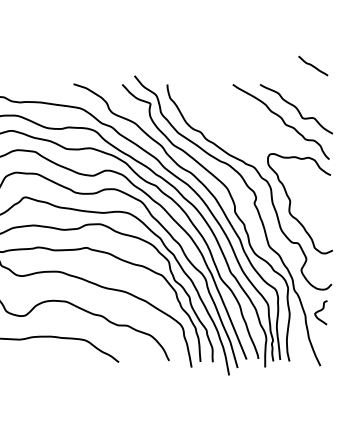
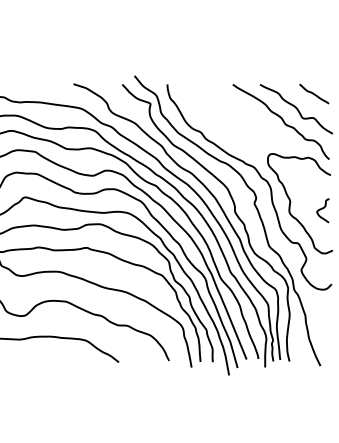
curve at (313, 65) position: (313, 65) -> (314, 93)
curve at (320, 311) position: (320, 311) -> (322, 209)
